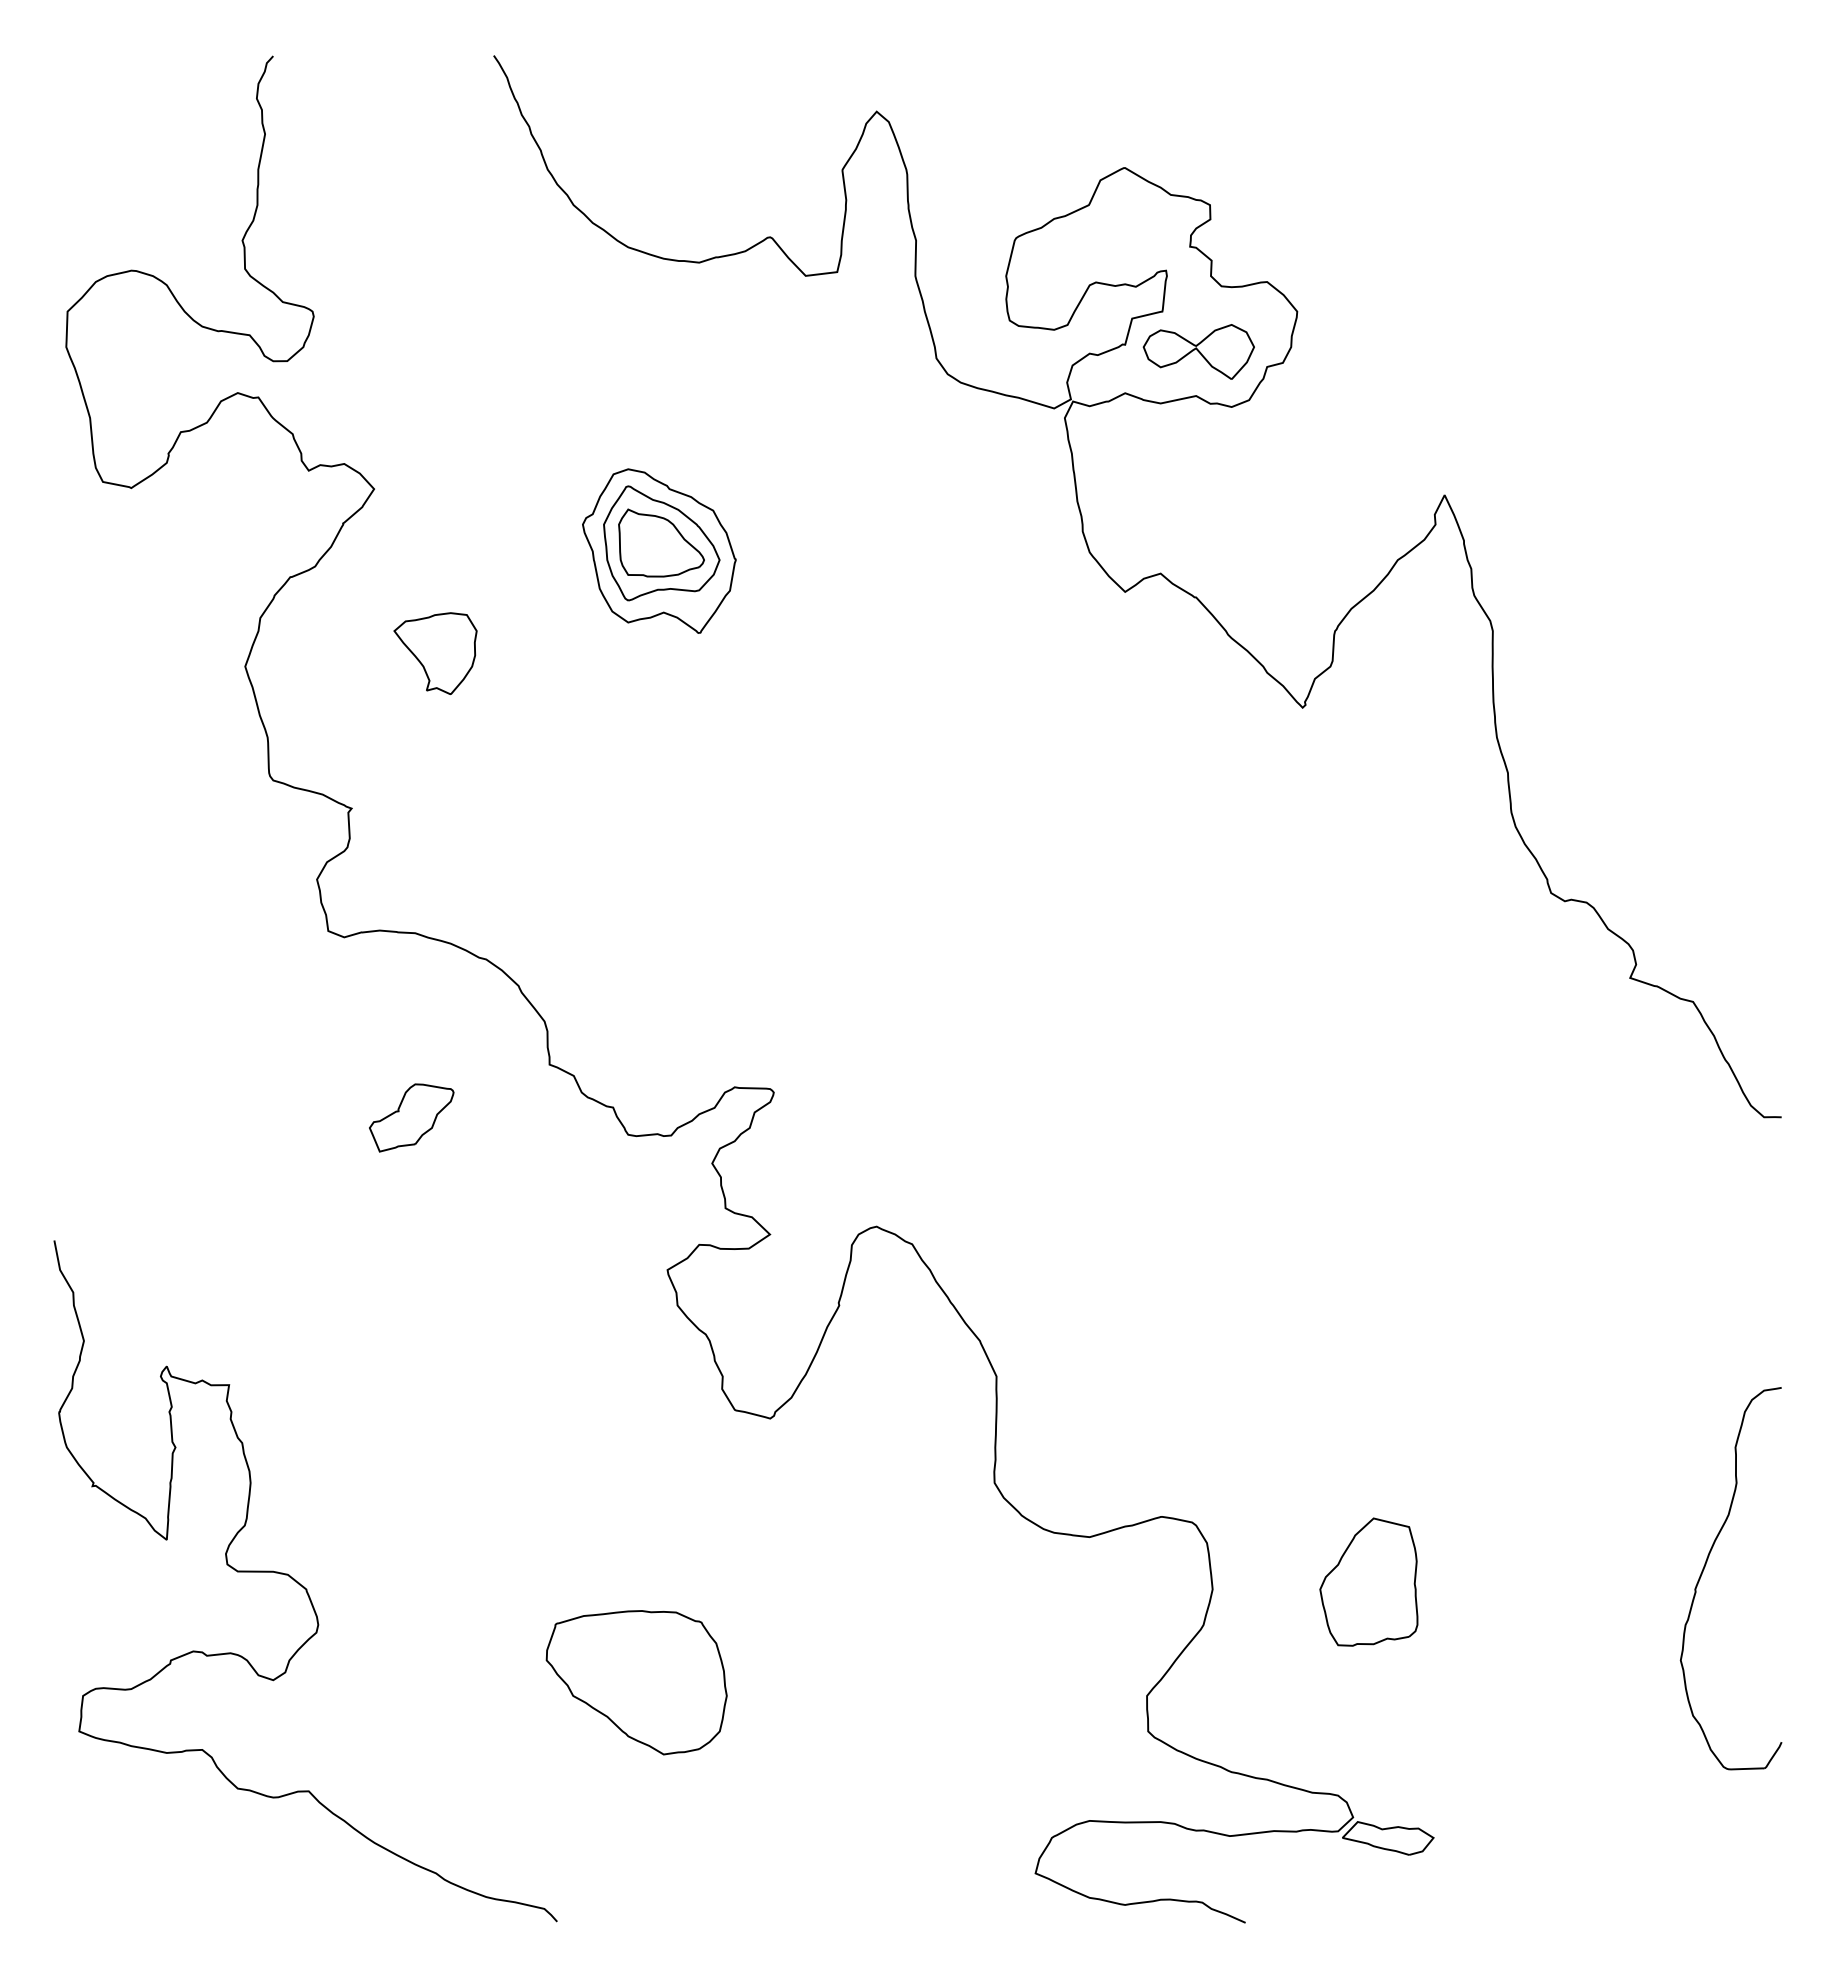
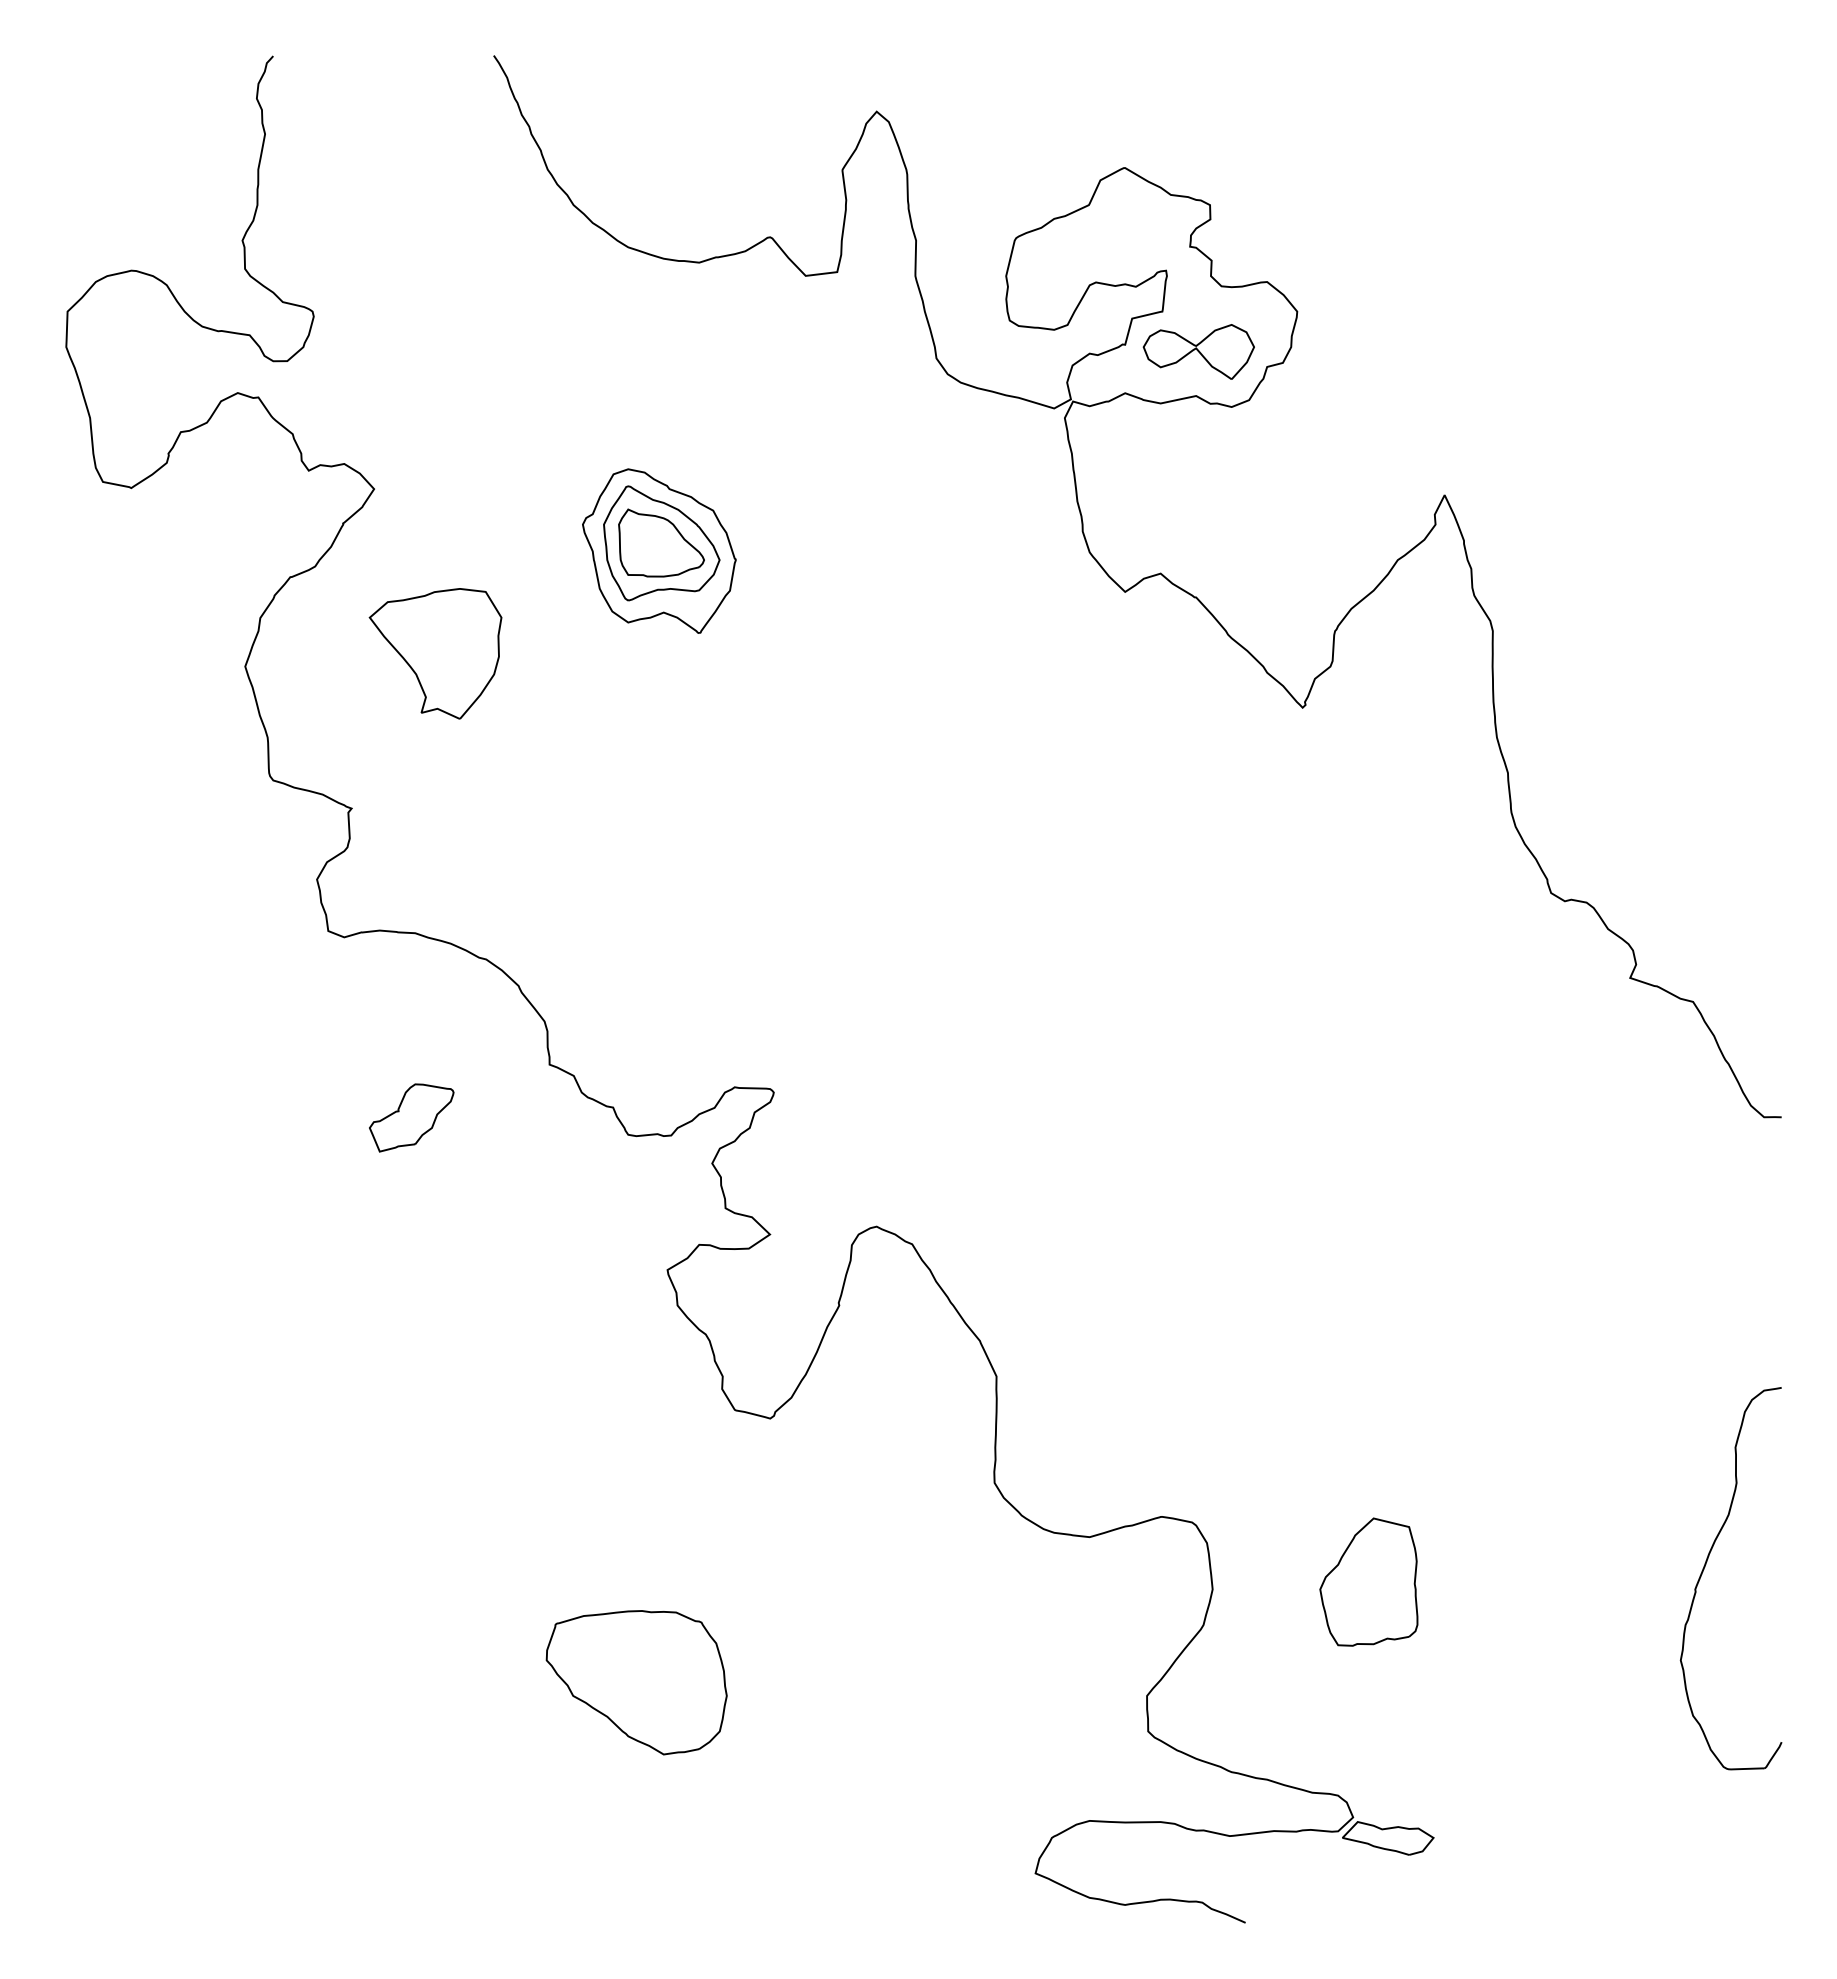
part at (435, 653) size: 85x83 px -> 135x132 px
curve at (303, 1585): present -> none
